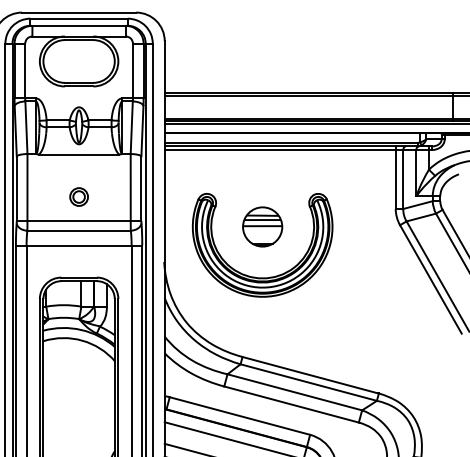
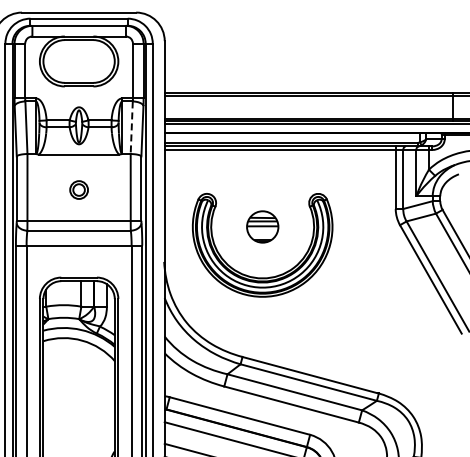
line at (131, 128): solid -> dashed
part at (78, 196) position: (78, 196) -> (78, 189)
part at (262, 226) size: 42x42 px -> 34x34 px
